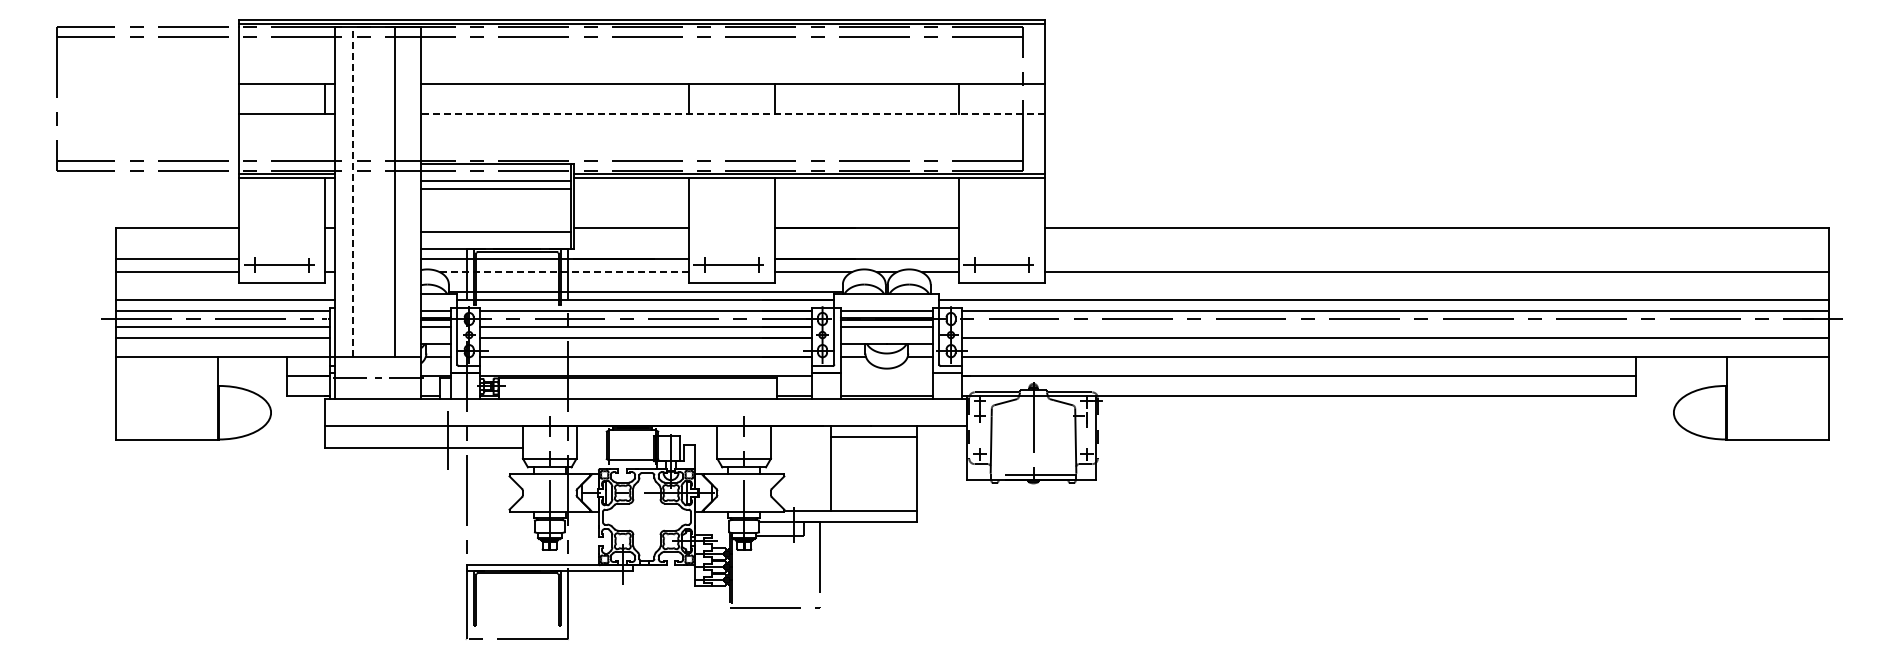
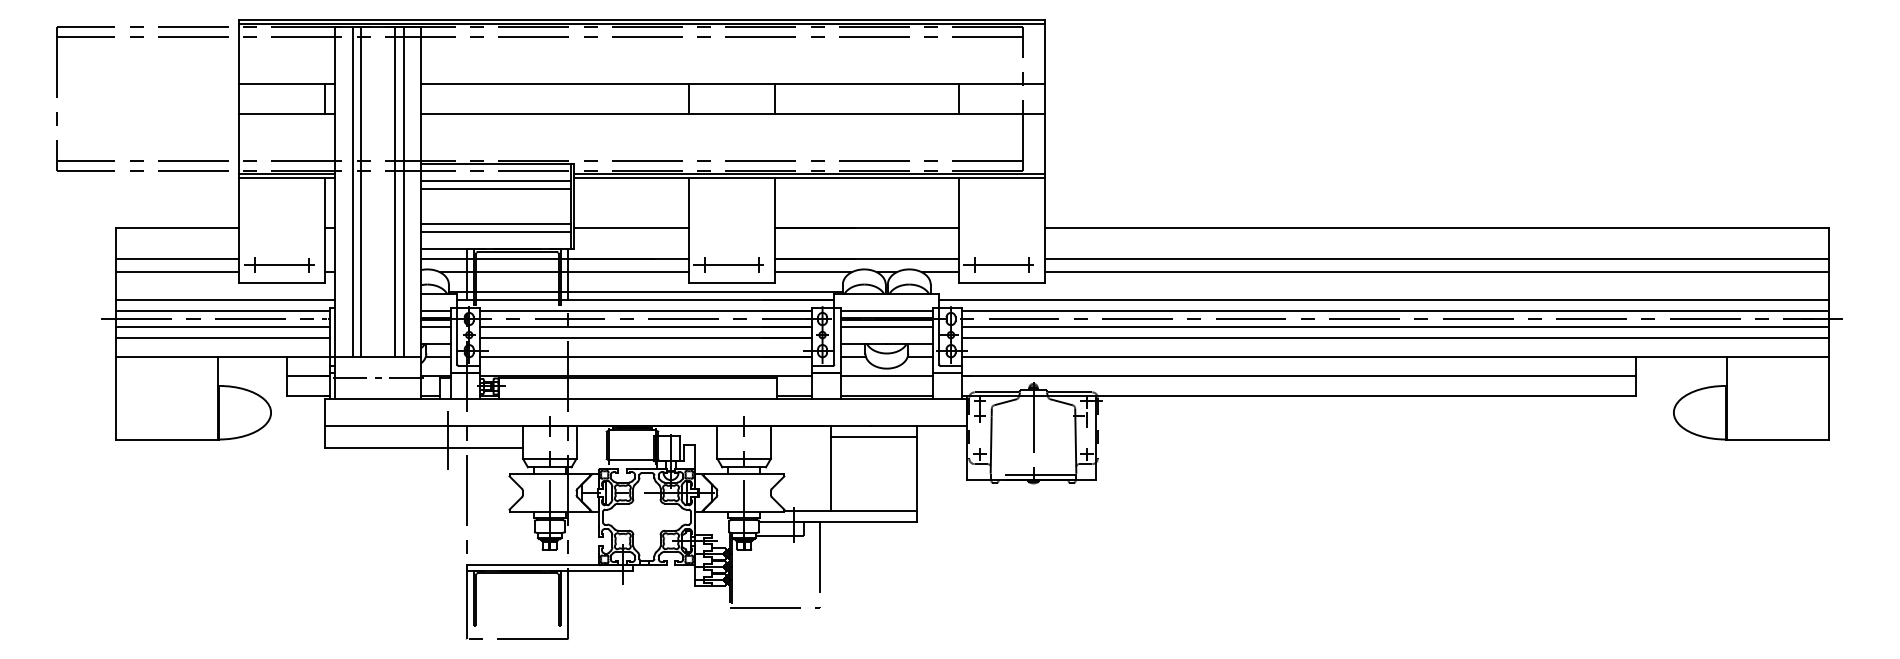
line at (732, 113): dashed -> solid
line at (352, 191): dashed -> solid
line at (361, 191): none -> present
line at (403, 191): none -> present
line at (495, 223): none -> present
line at (1436, 258): none -> present
line at (564, 272): dashed -> solid
line at (1395, 327): none -> present
line at (886, 375): none -> present
